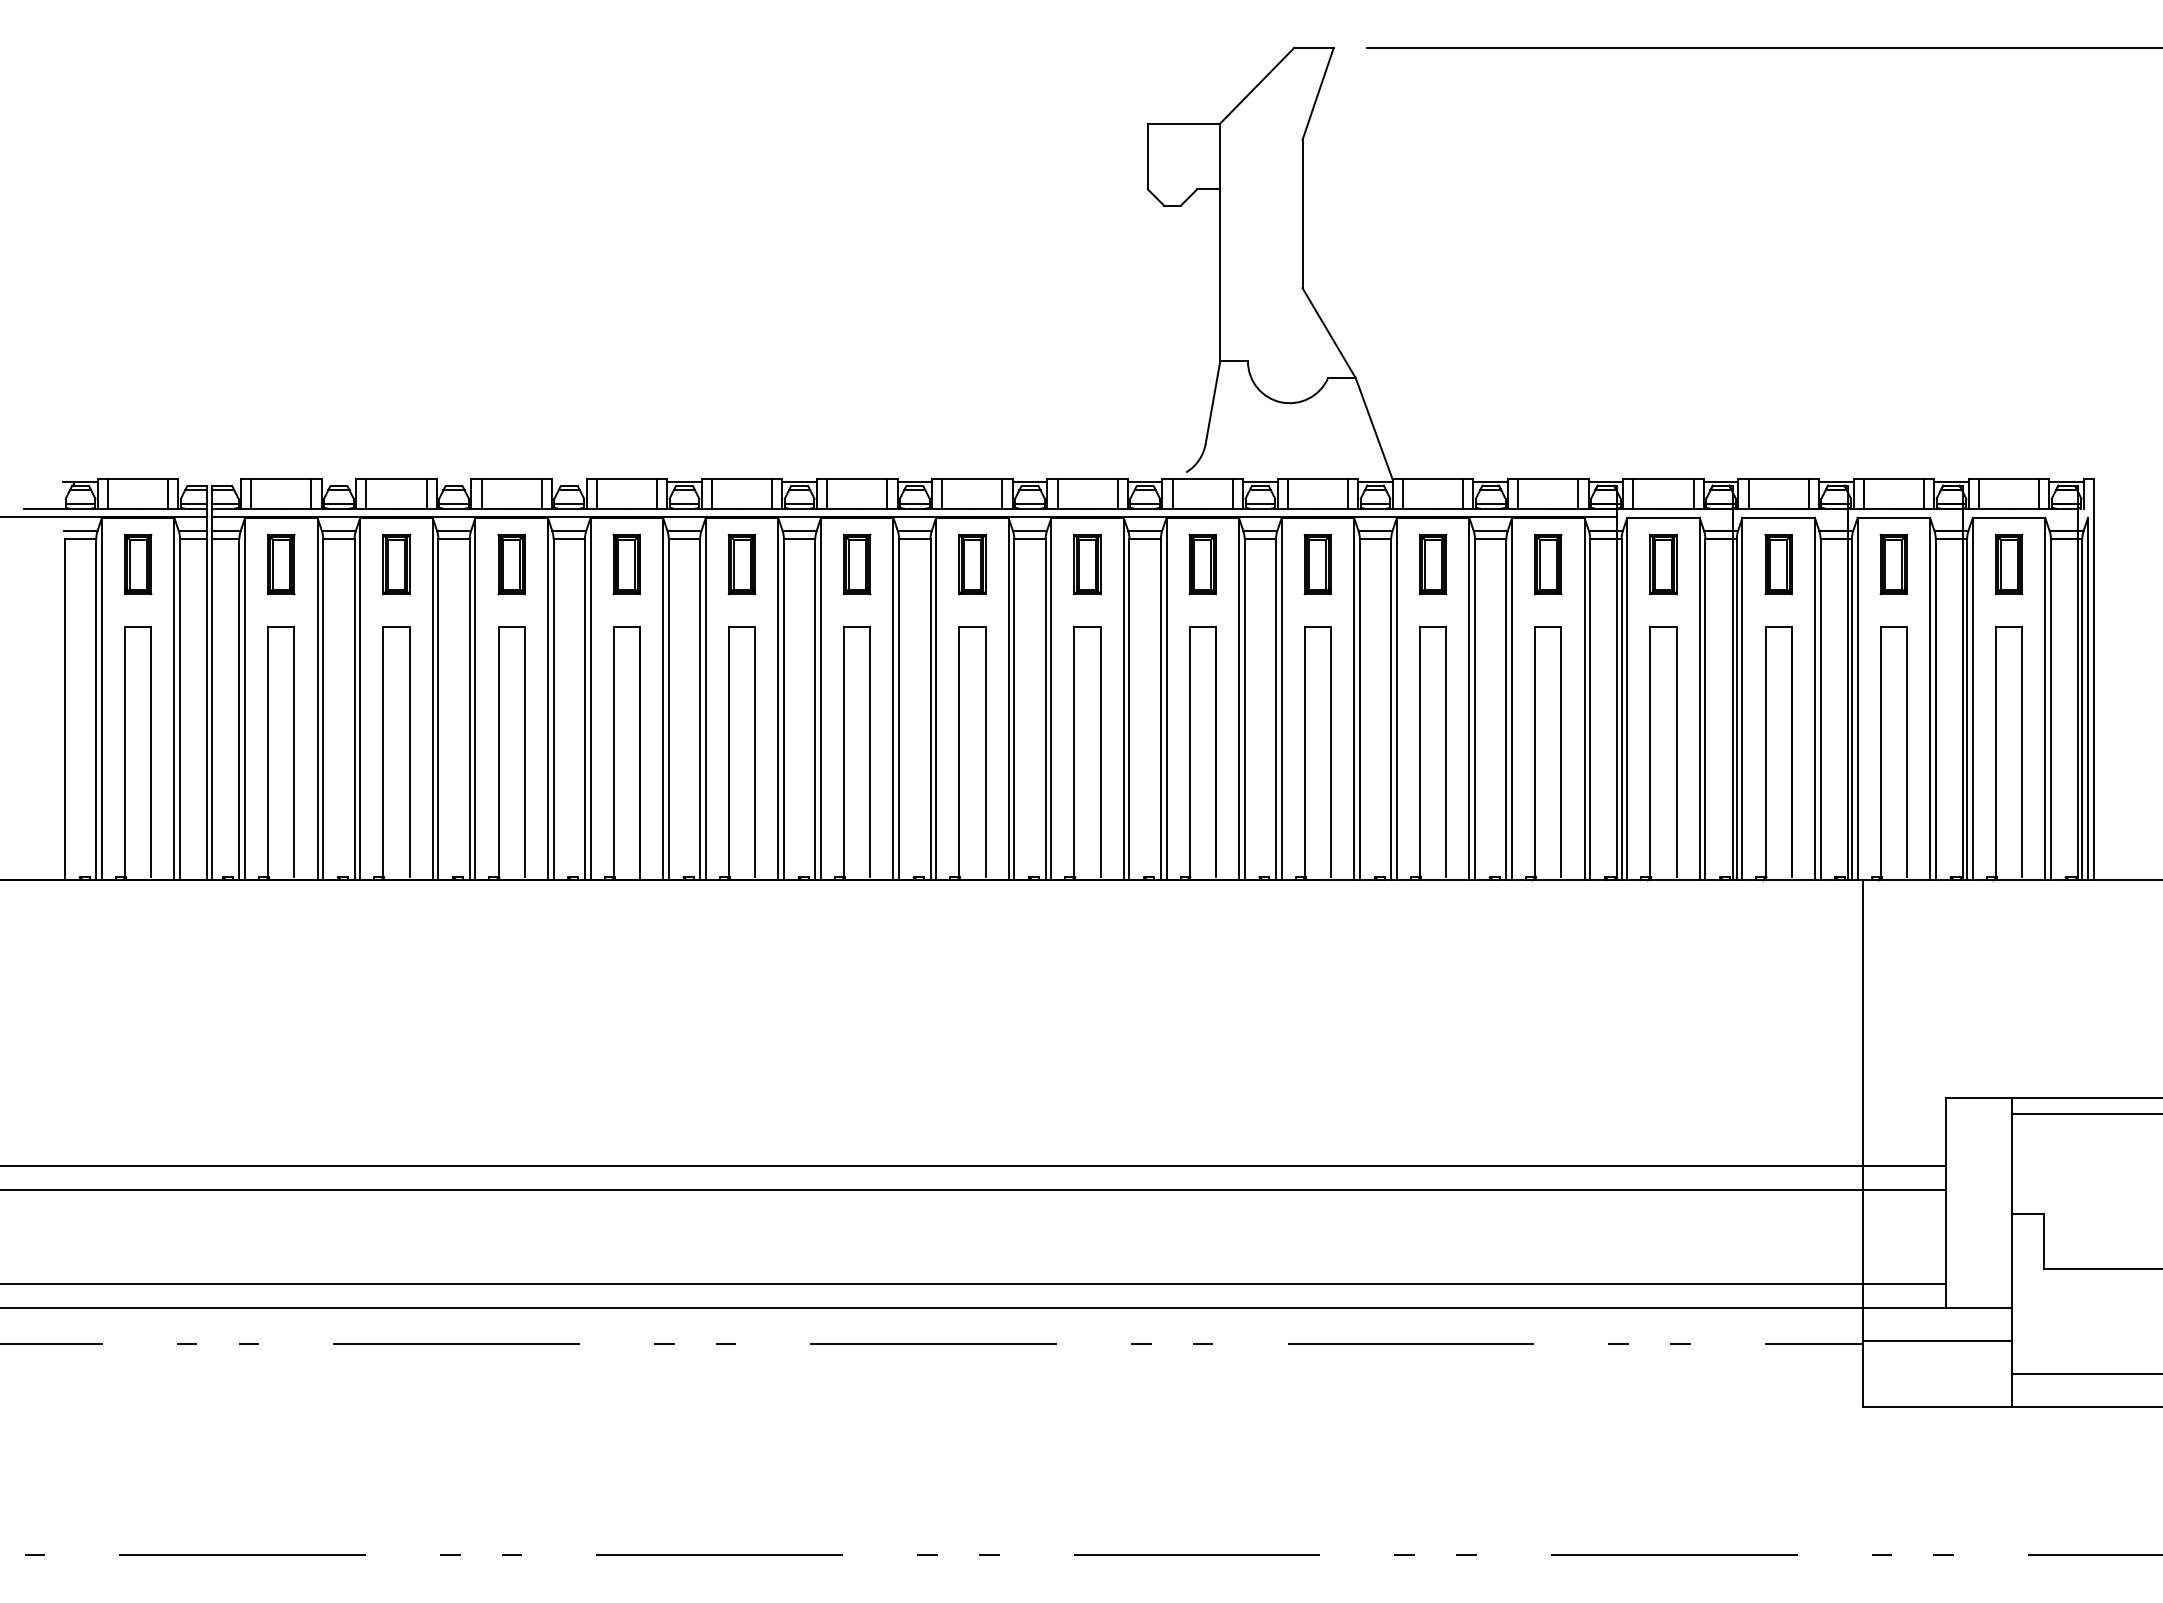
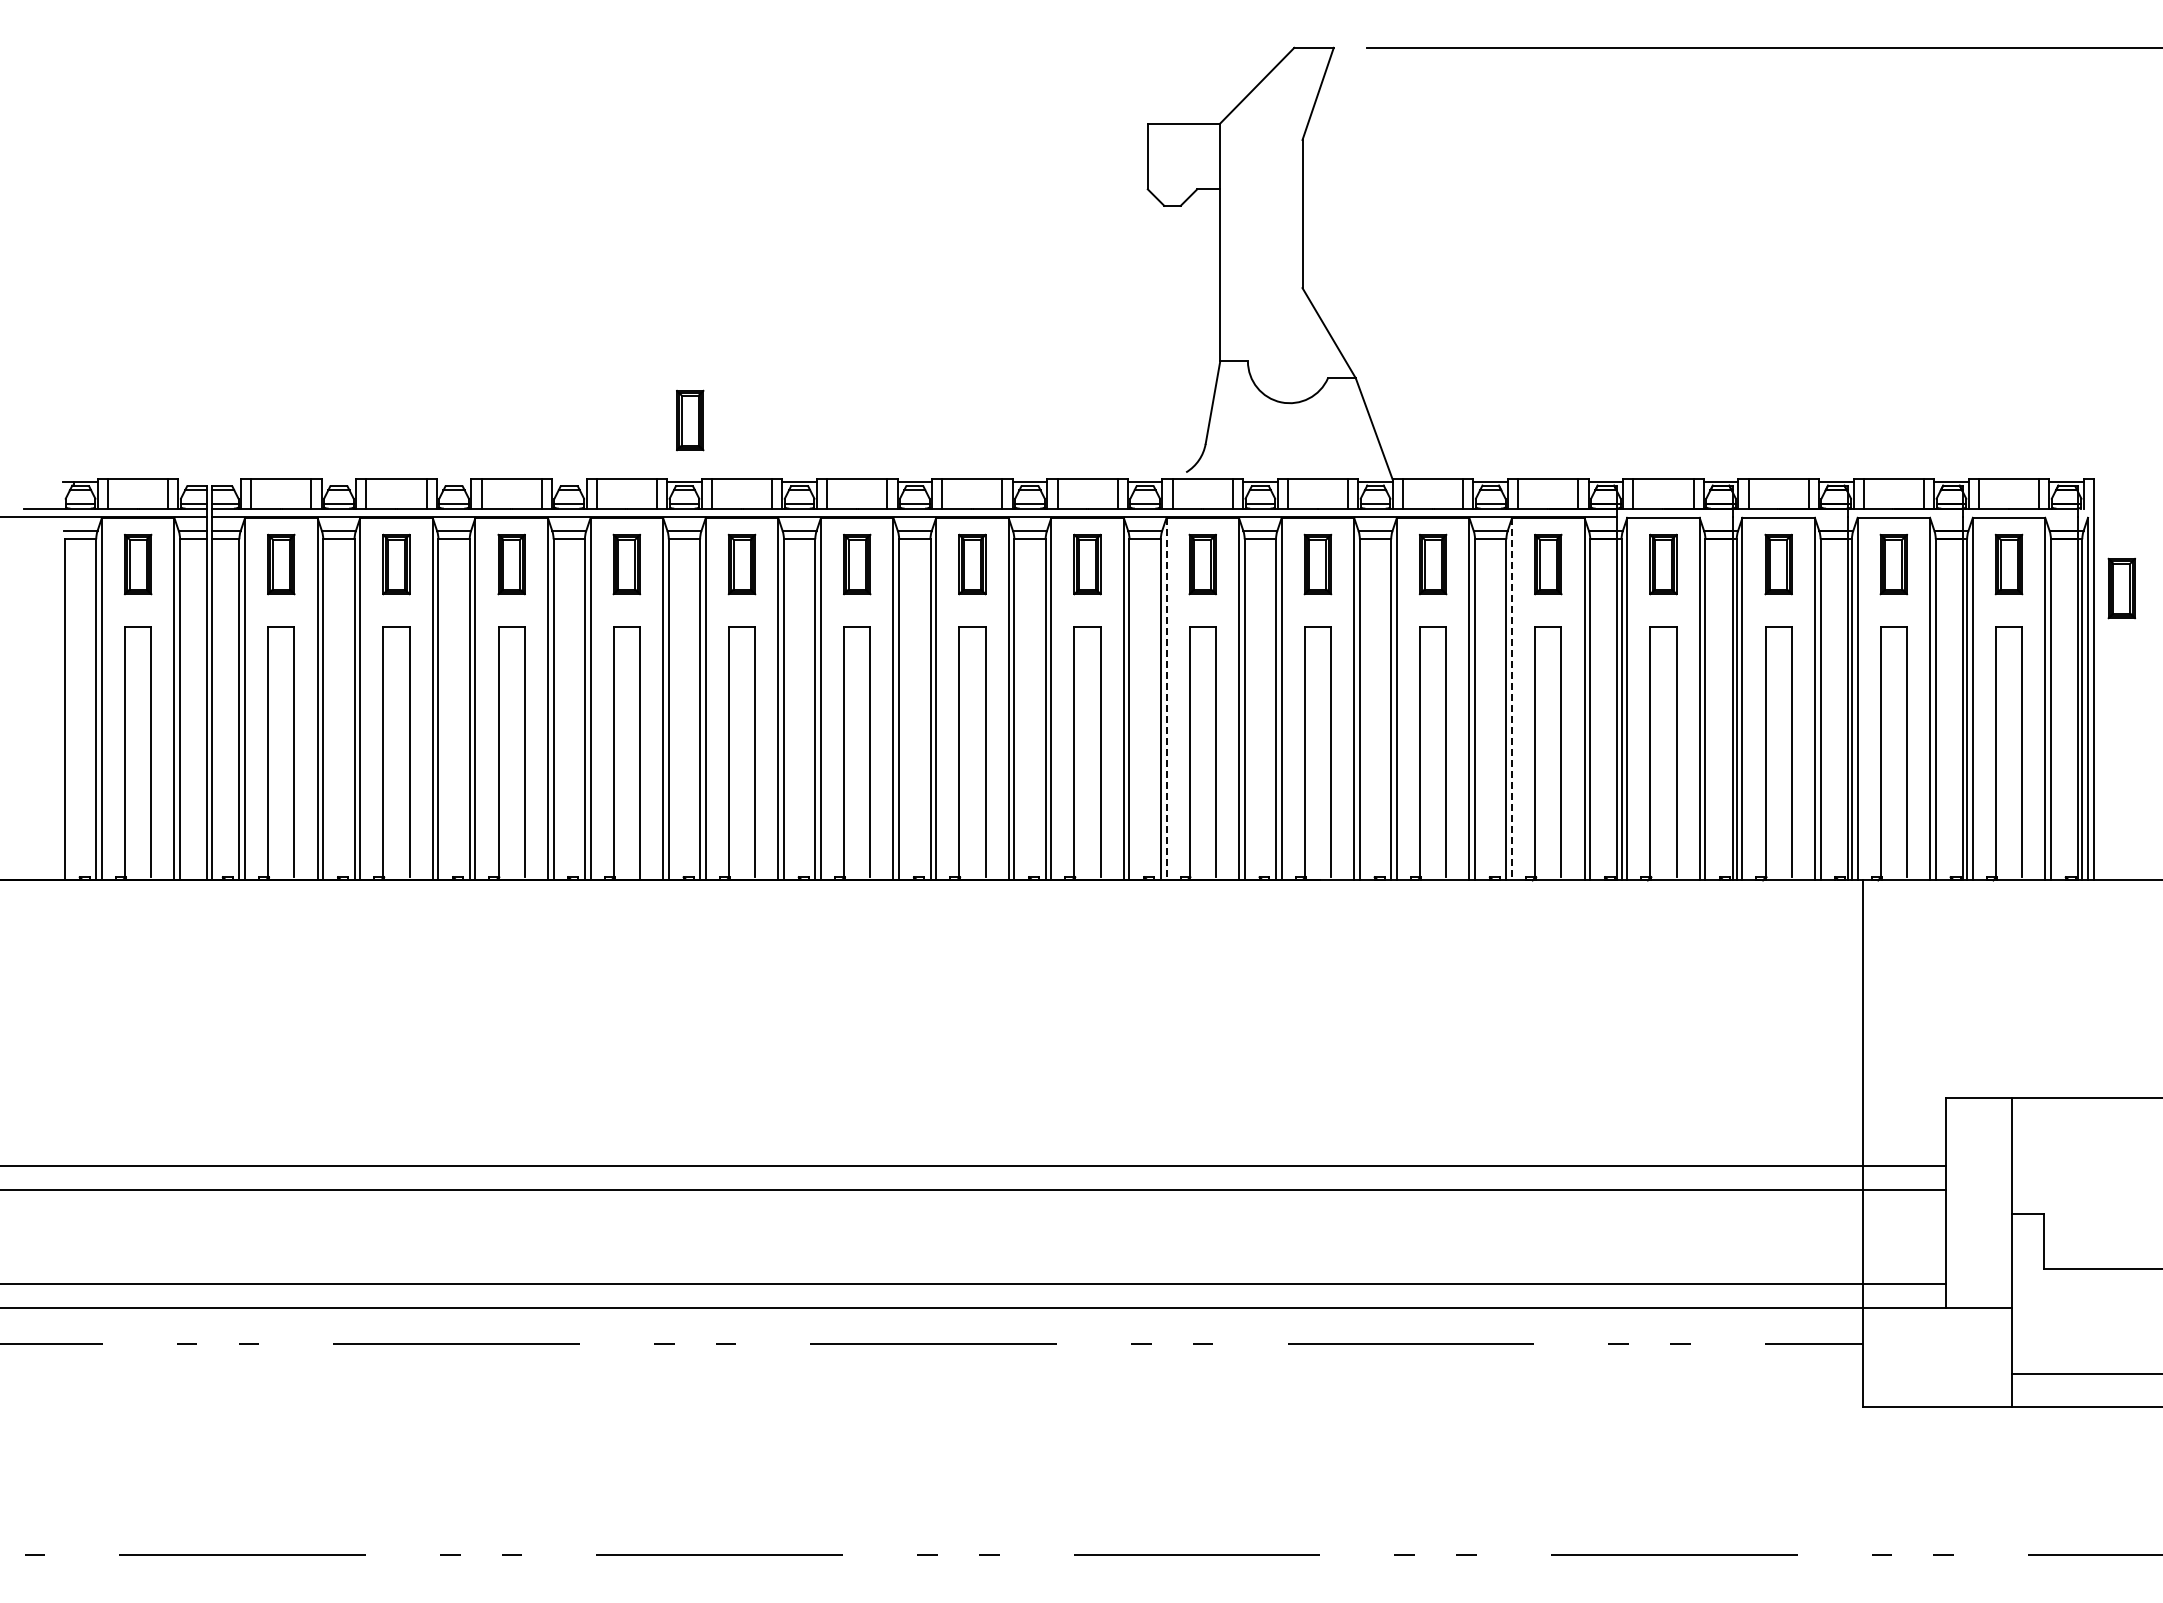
part at (690, 420): none -> present
part at (2121, 588): none -> present
line at (1166, 699): solid -> dashed
line at (1512, 699): solid -> dashed
line at (2085, 1114): present -> none
line at (1937, 1341): present -> none
